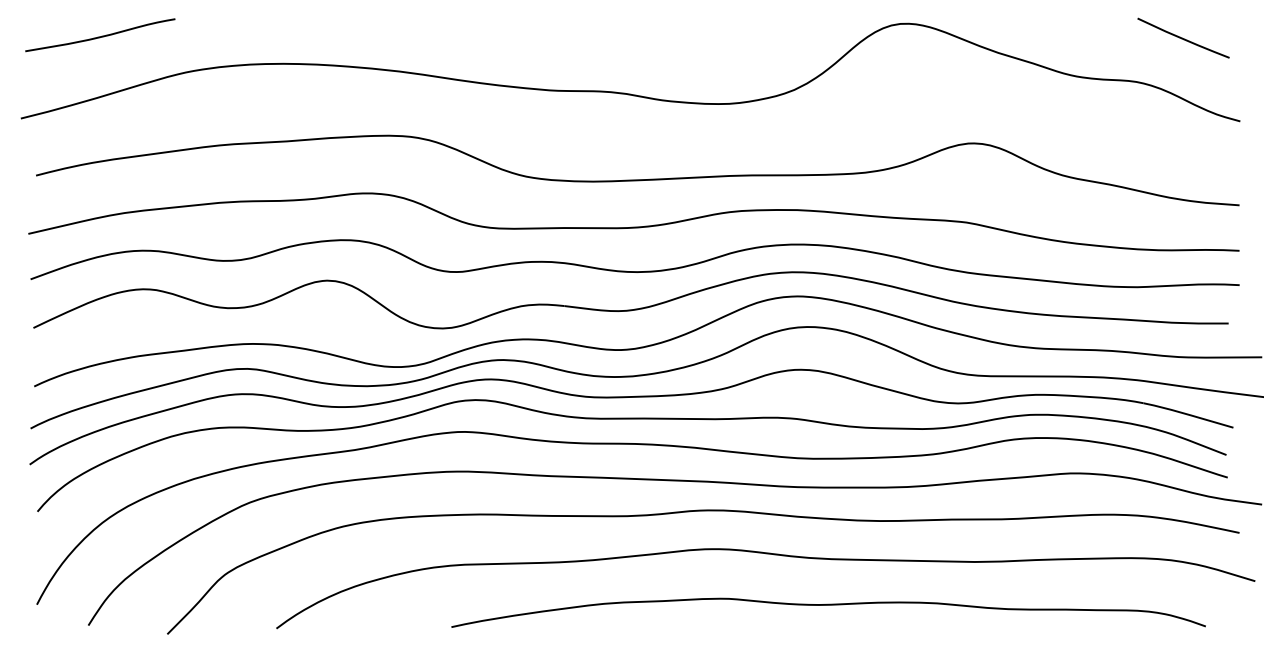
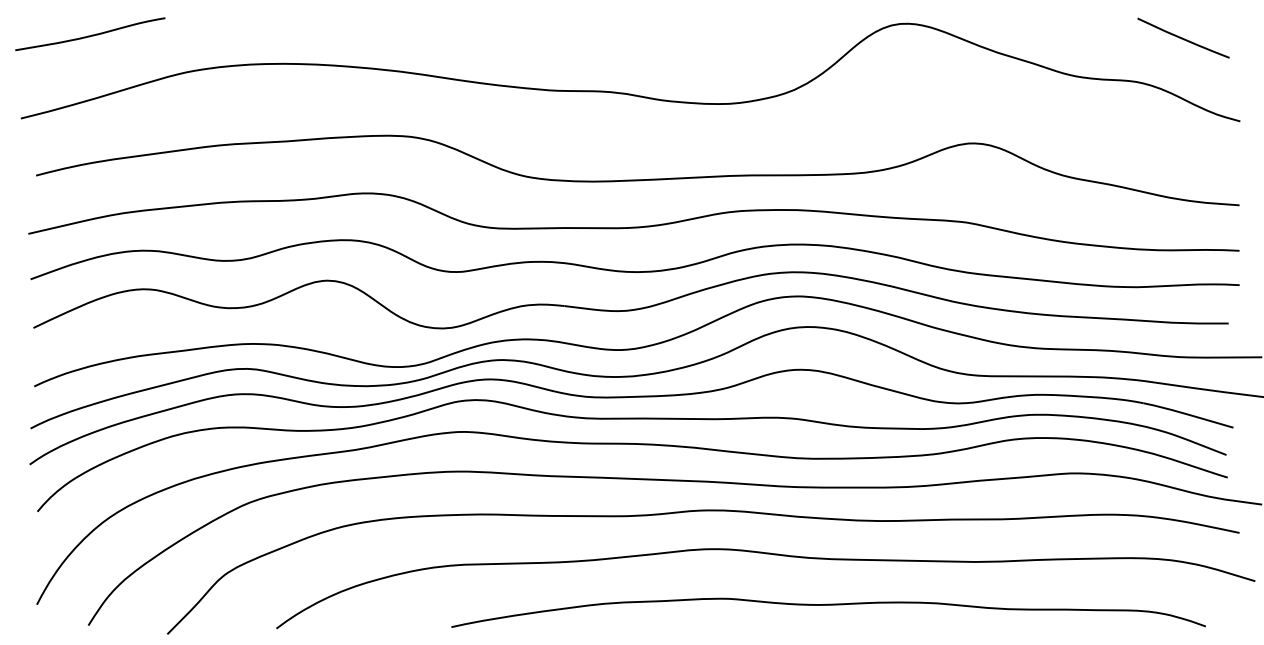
curve at (100, 36) position: (100, 36) -> (90, 35)
